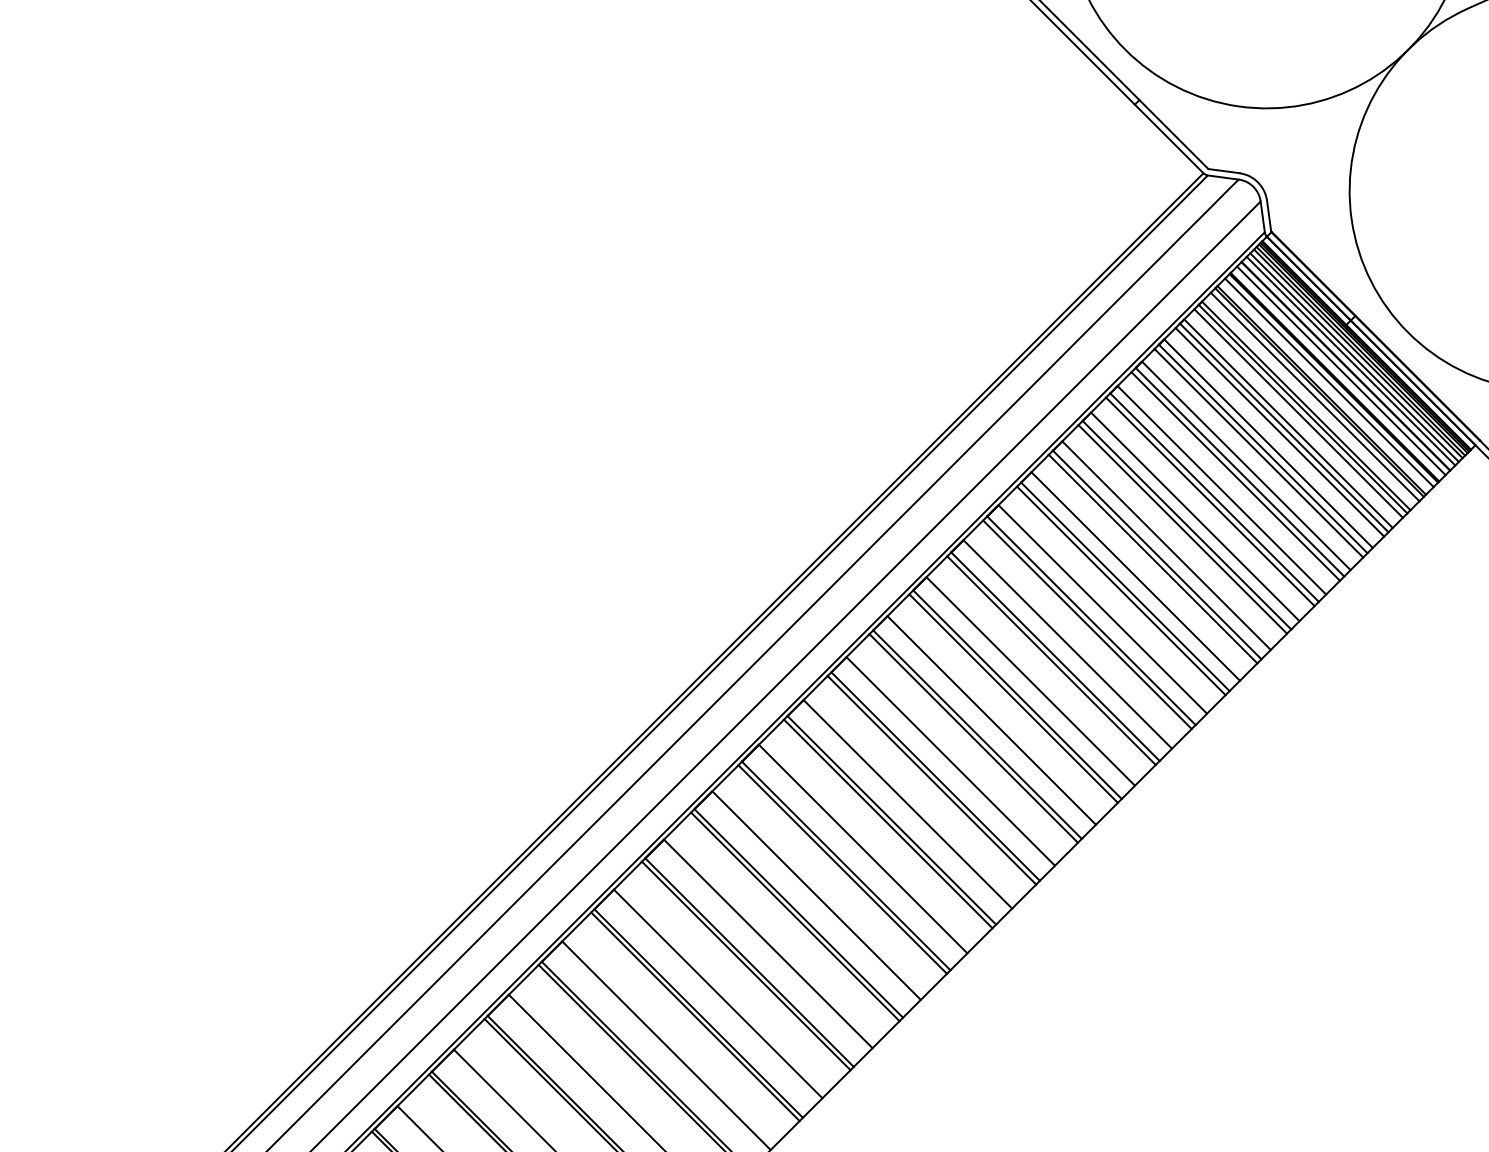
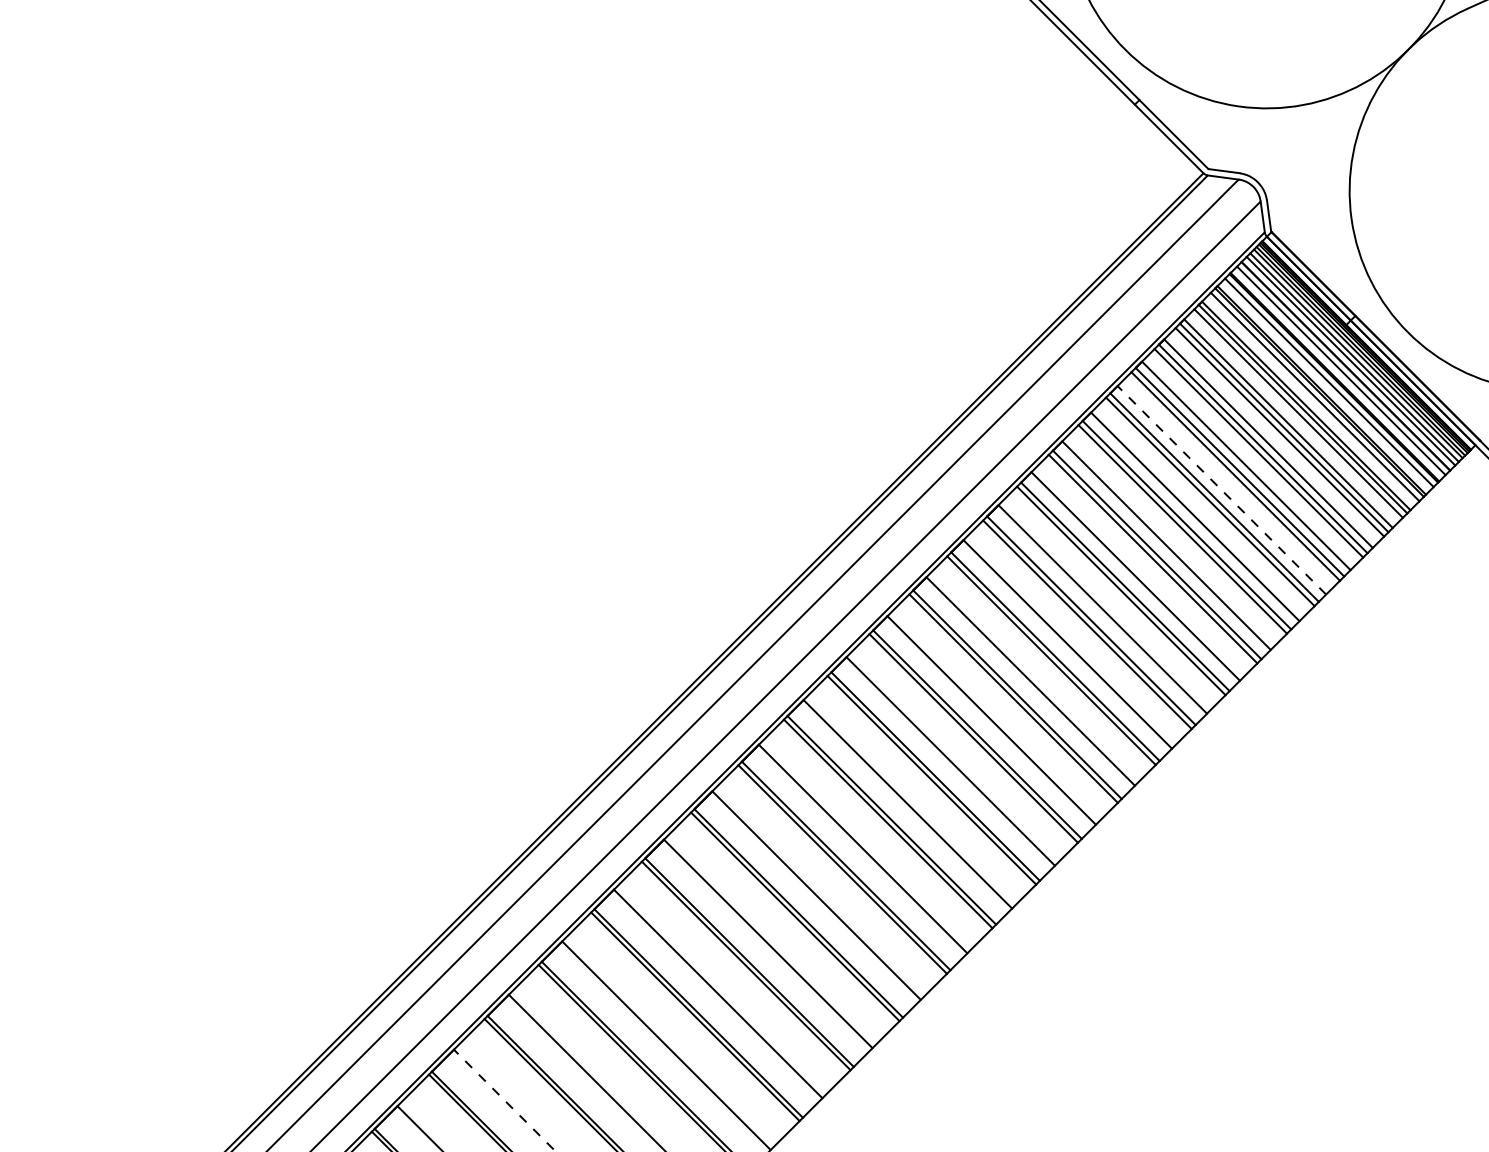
line at (1221, 489): solid -> dashed
line at (504, 1100): solid -> dashed
